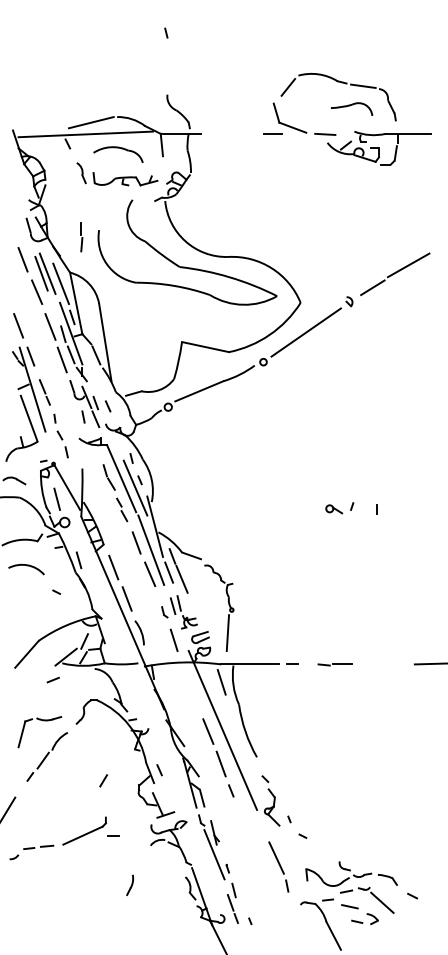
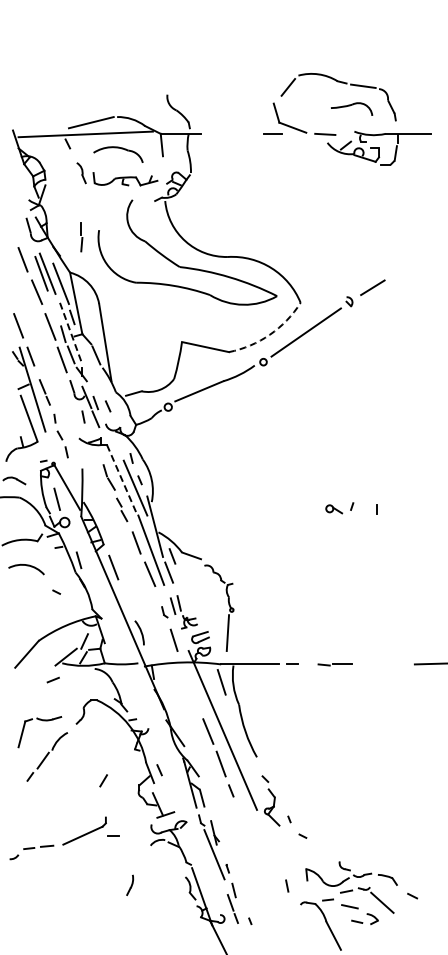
line at (166, 32): present -> none
line at (408, 265): present -> none
line at (71, 333): solid -> dashed
arc at (269, 334): solid -> dashed
line at (121, 478): solid -> dashed
line at (181, 578): present -> none
line at (126, 598): present -> none
line at (8, 808): present -> none
line at (276, 857): present -> none
